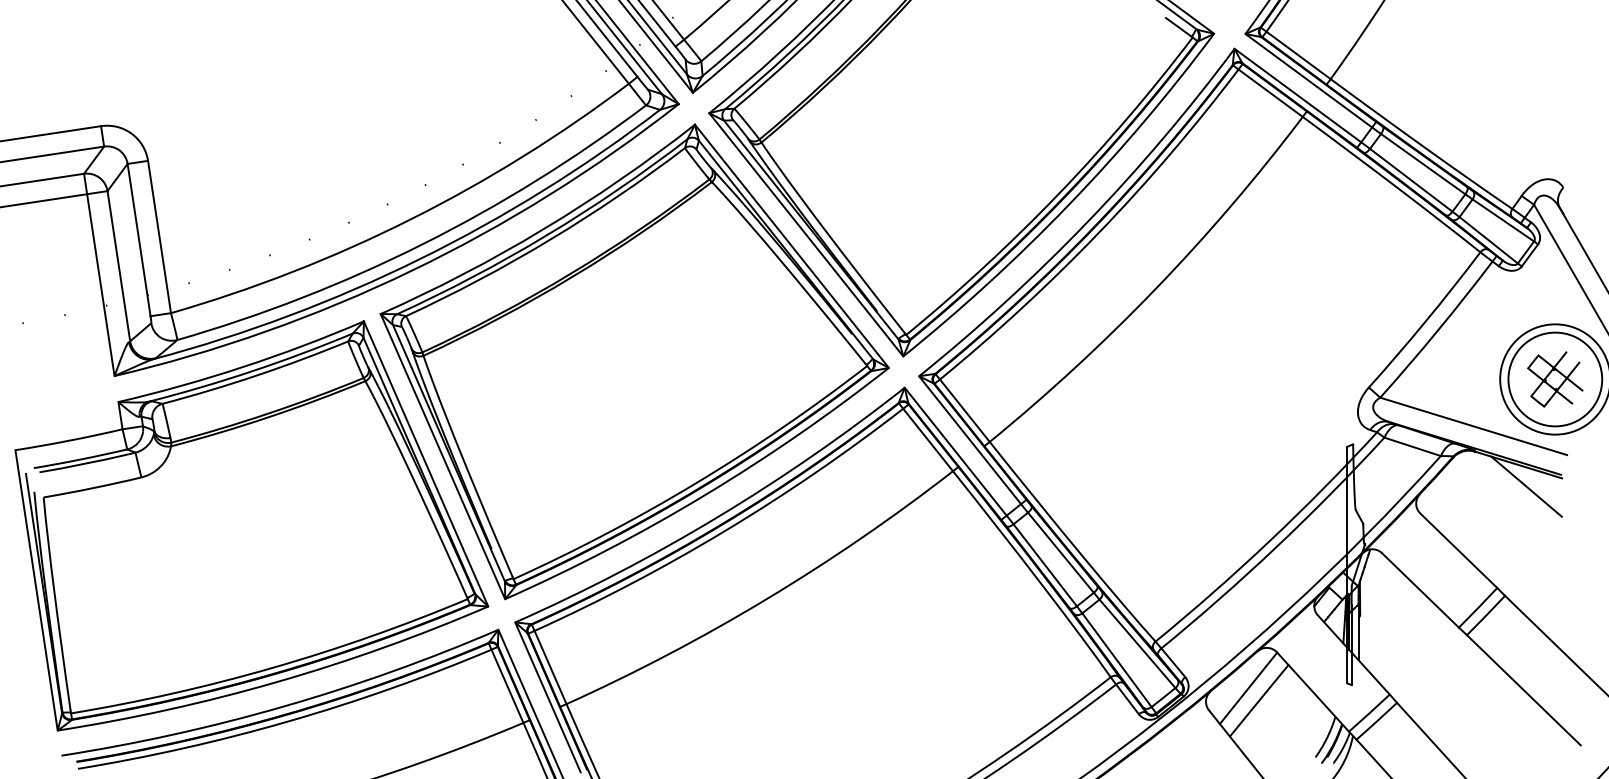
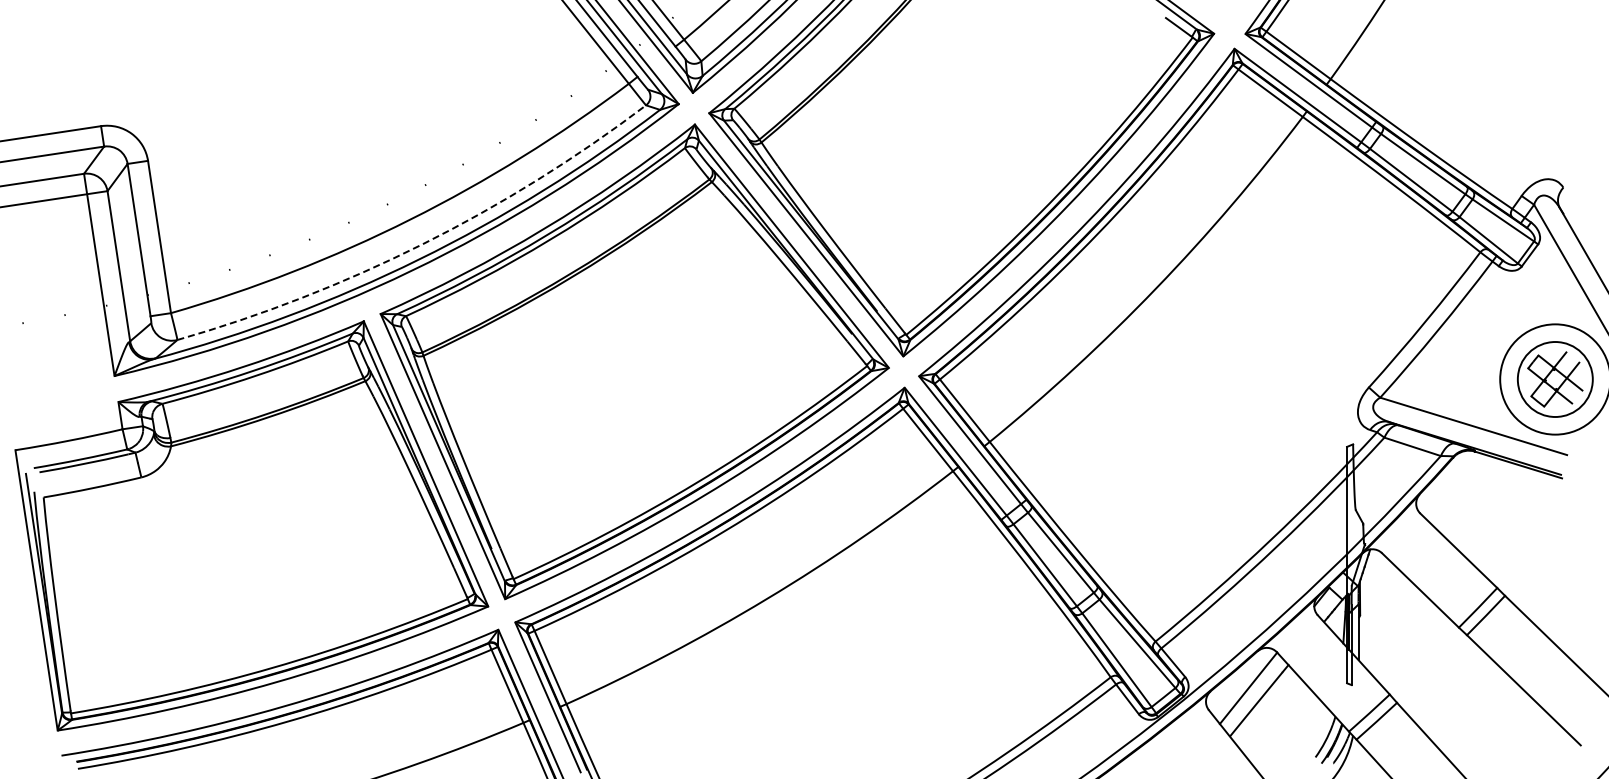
arc at (422, 244): solid -> dashed
circle at (1555, 379) diameter: 94 px -> 75 px
line at (1526, 486): present -> none
